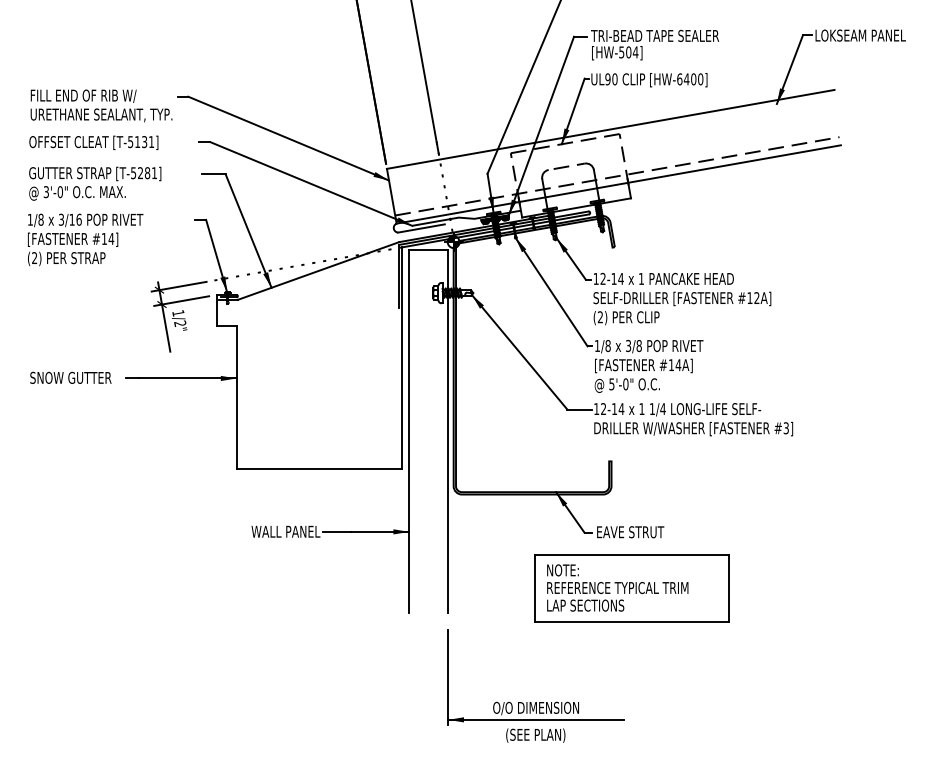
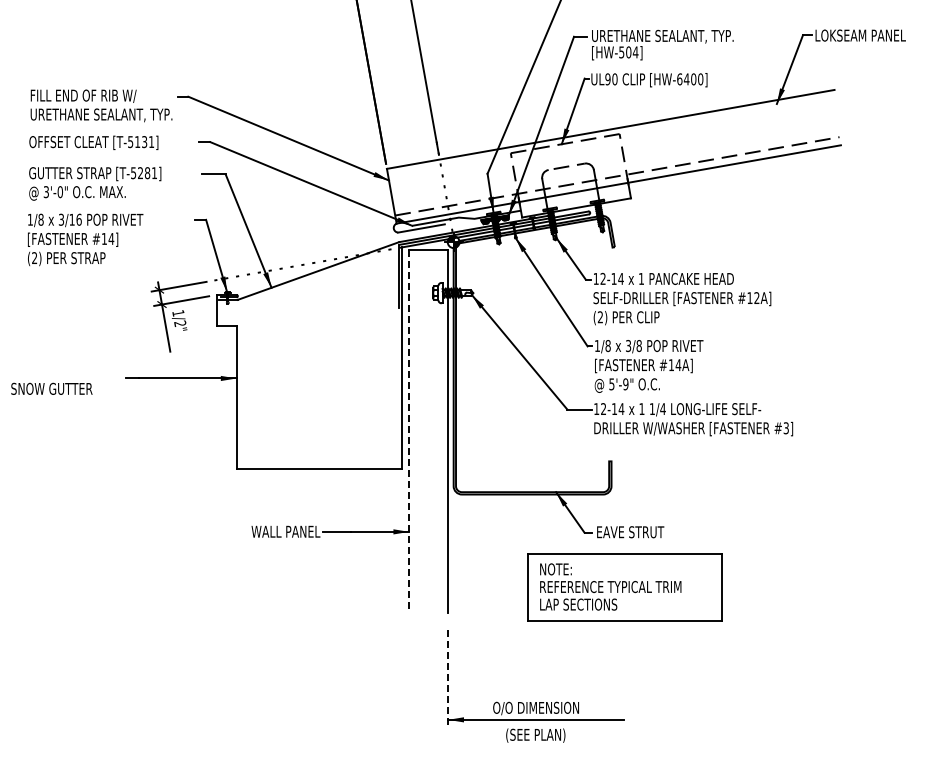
text at (662, 36): TRI-BEAD TAPE SEALER -> URETHANE SEALANT, TYP.
text at (70, 377) position: (70, 377) -> (51, 388)
text at (625, 384): 5'-0" -> 5'-9"
line at (408, 431): solid -> dashed
part at (631, 588) position: (631, 588) -> (624, 587)
line at (448, 677): solid -> dashed
